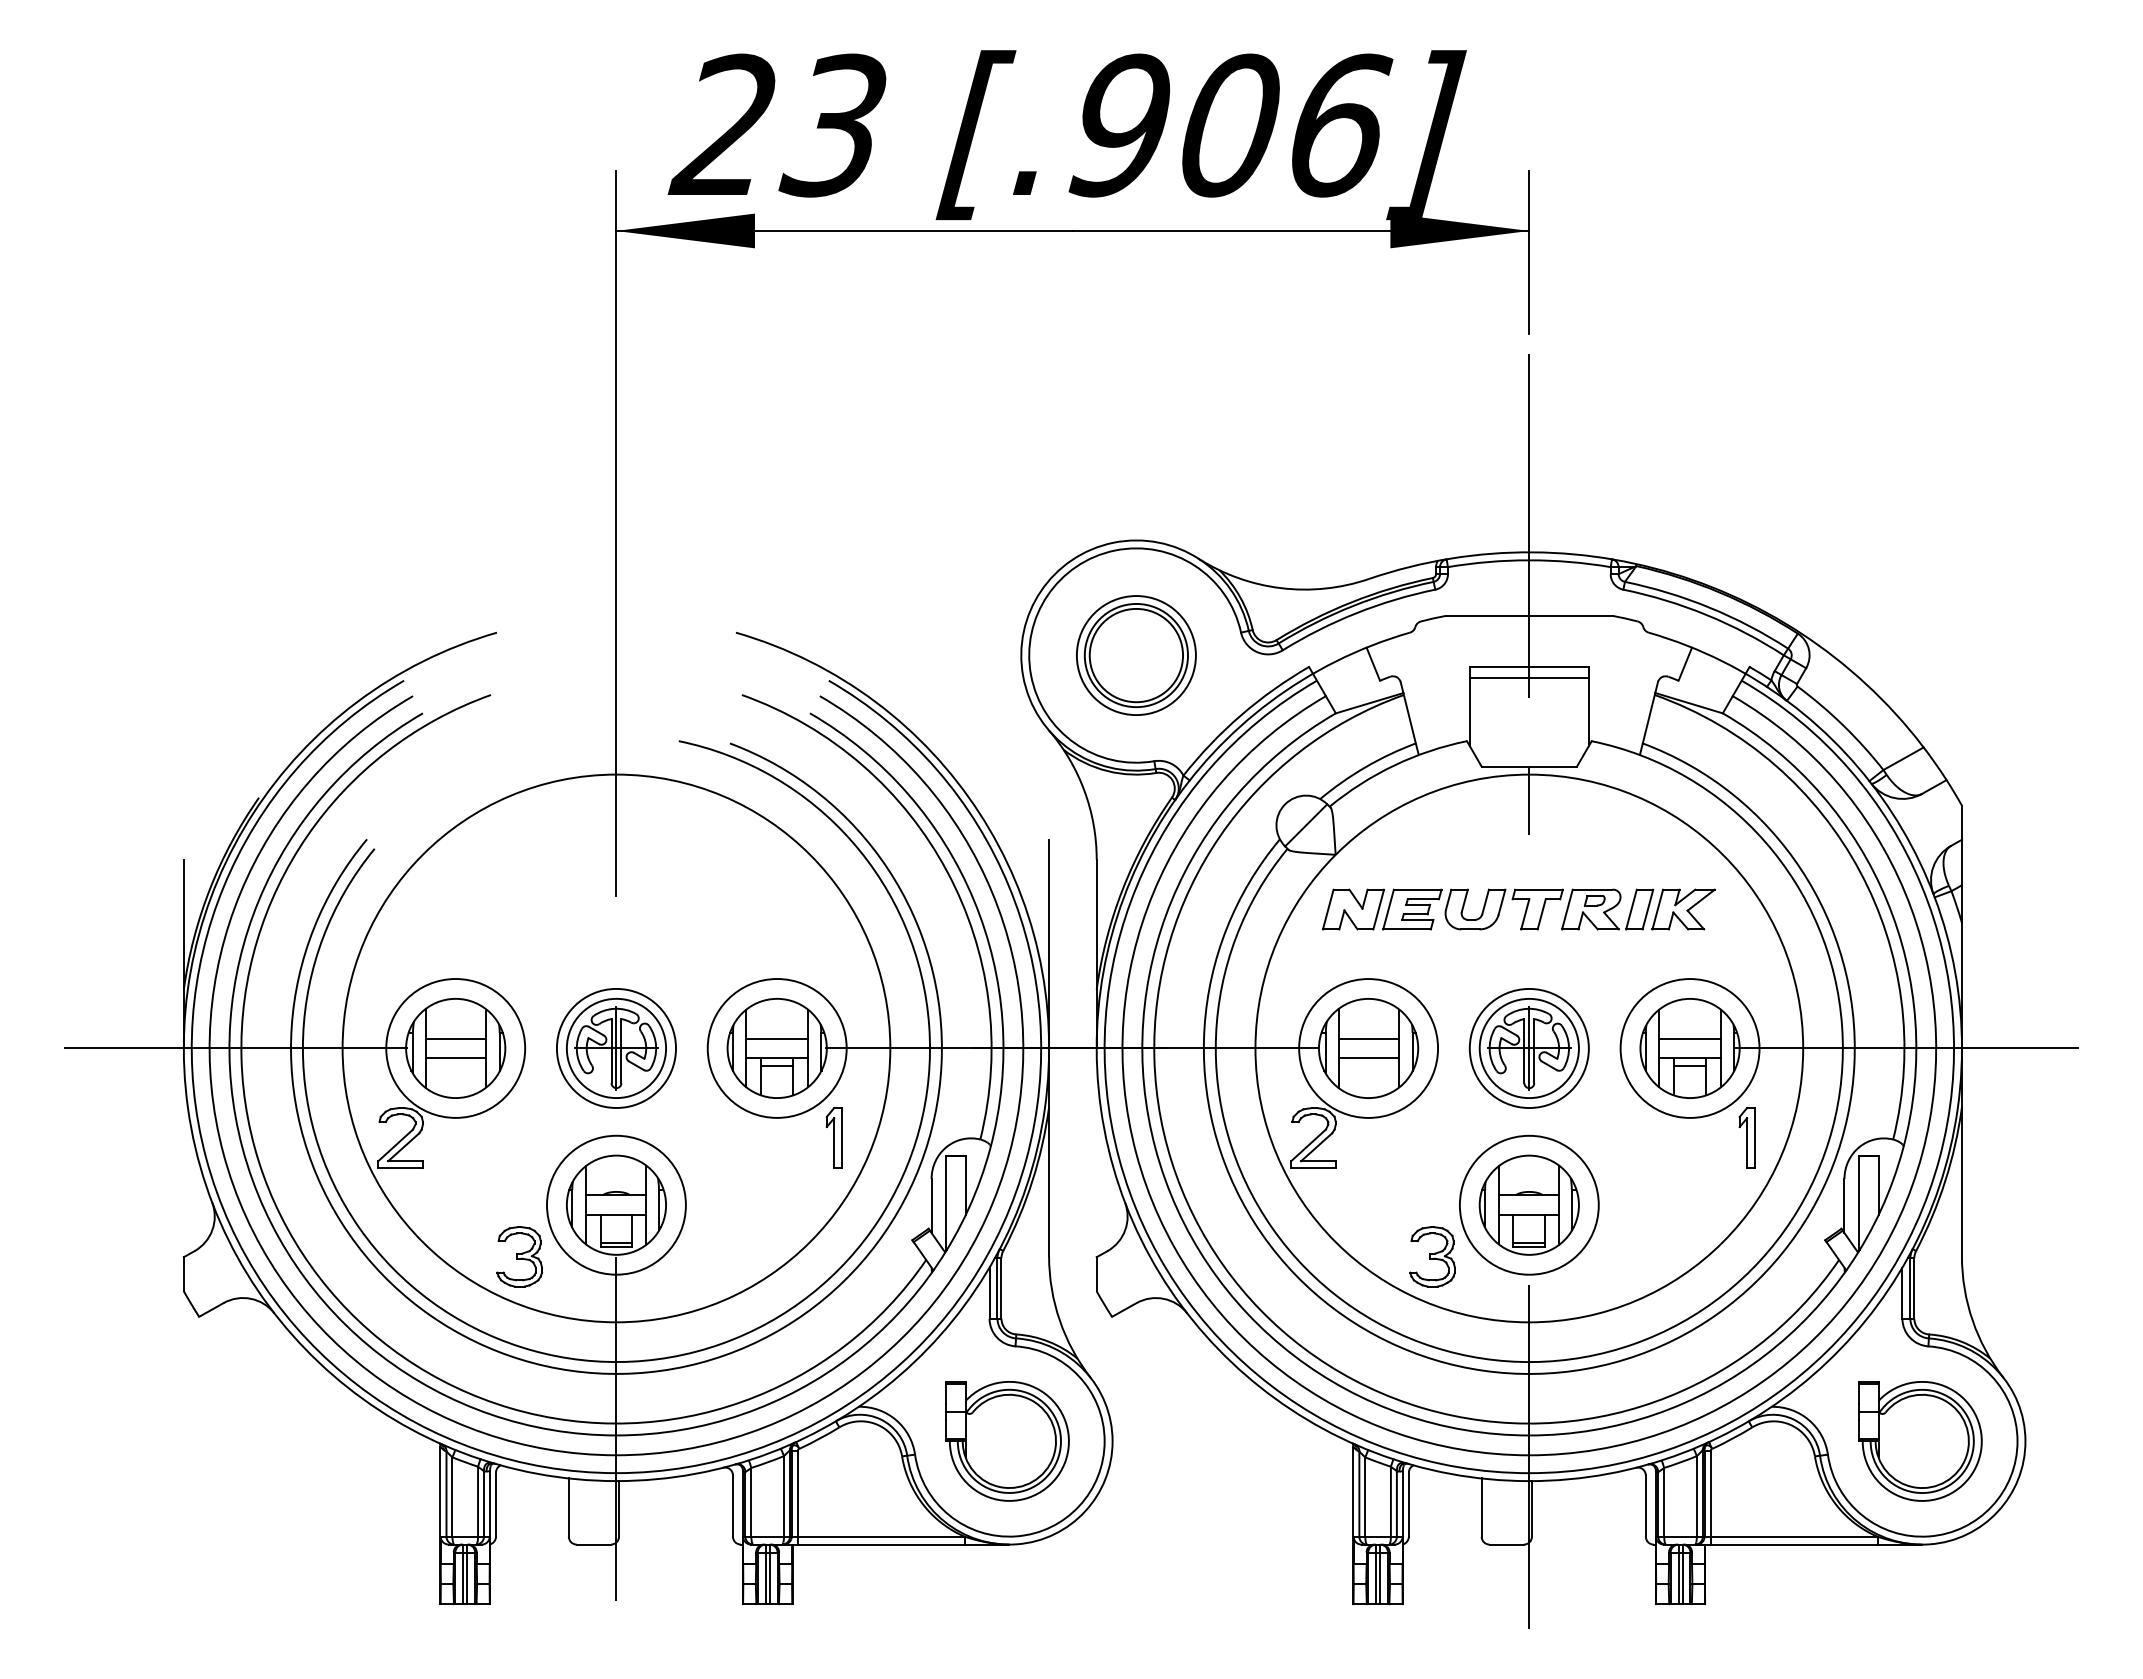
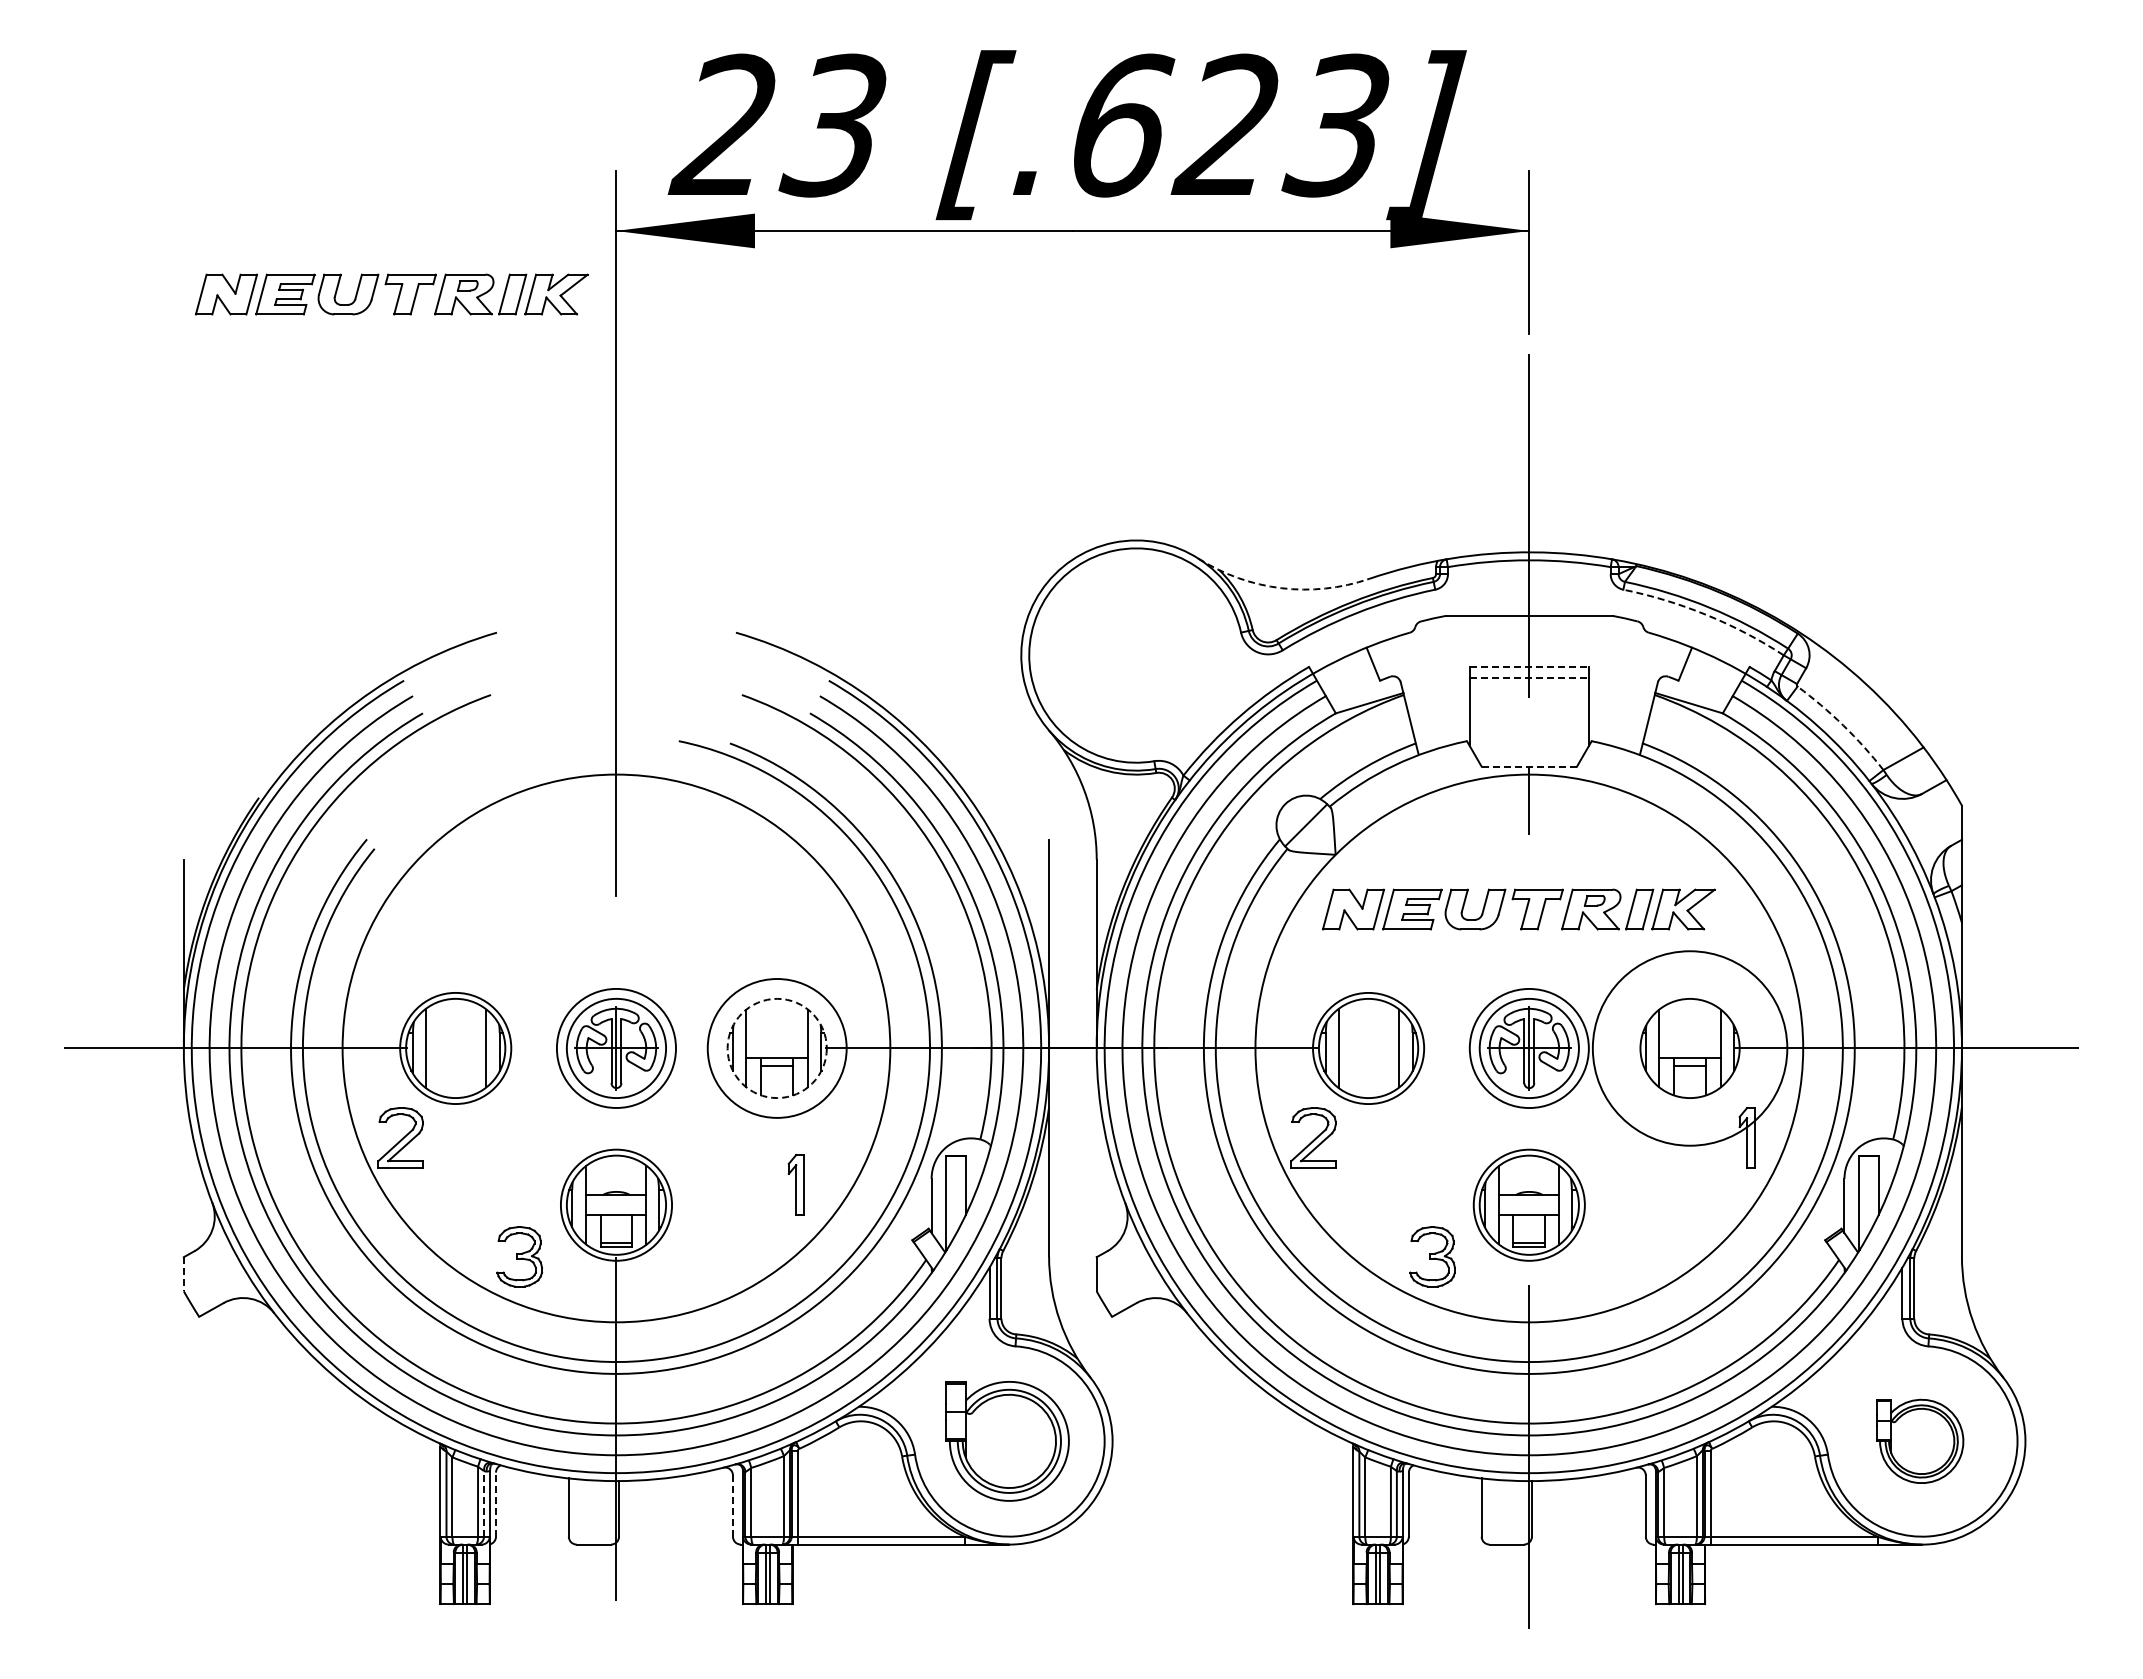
text at (1230, 125): [.906] -> [.623]
part at (397, 297): none -> present
arc at (1281, 588): solid -> dashed
arc at (1706, 615): solid -> dashed
part at (1136, 655): present -> none
line at (1529, 667): solid -> dashed
line at (1529, 677): solid -> dashed
arc at (1843, 725): solid -> dashed
line at (1529, 766): solid -> dashed
line at (455, 1038): present -> none
line at (776, 1038): present -> none
line at (1368, 1038): present -> none
line at (1689, 1038): present -> none
circle at (455, 1048) diameter: 139 px -> 111 px
circle at (776, 1048): solid -> dashed
circle at (1368, 1048) diameter: 139 px -> 111 px
circle at (1689, 1048) diameter: 139 px -> 194 px
line at (455, 1058): present -> none
line at (1368, 1058): present -> none
part at (833, 1137) position: (833, 1137) -> (795, 1184)
circle at (616, 1204) diameter: 139 px -> 111 px
circle at (1528, 1204) diameter: 139 px -> 111 px
line at (183, 1274): solid -> dashed
part at (1920, 1441) size: 125x121 px -> 89x86 px
line at (484, 1503): solid -> dashed
line at (496, 1504): solid -> dashed
line at (732, 1506): solid -> dashed
